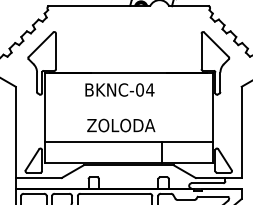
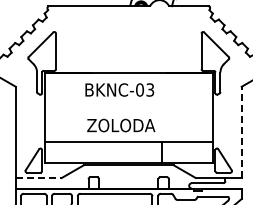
text at (150, 89): BKNC-04 -> BKNC-03
line at (241, 132): solid -> dashed
line at (38, 178): solid -> dashed
